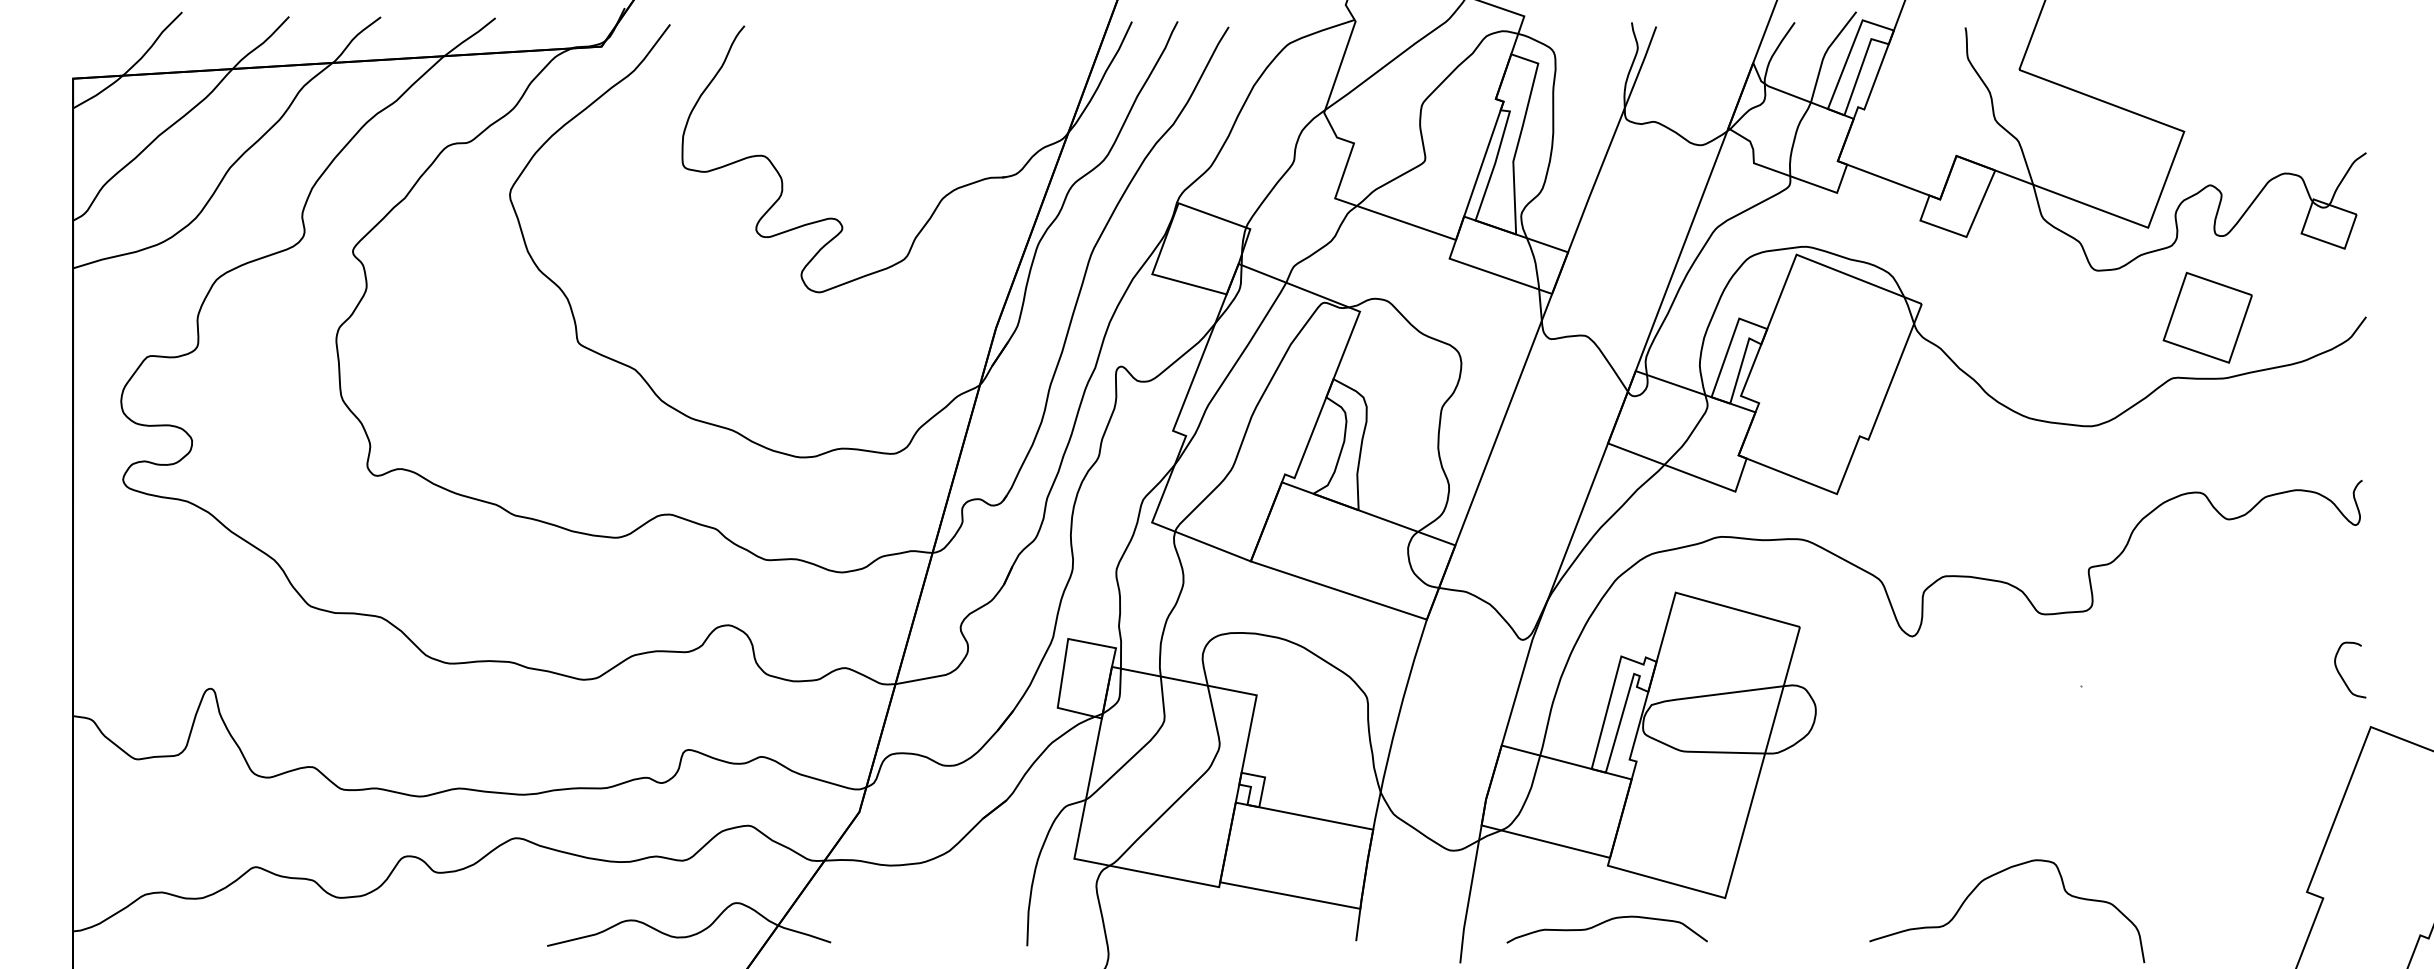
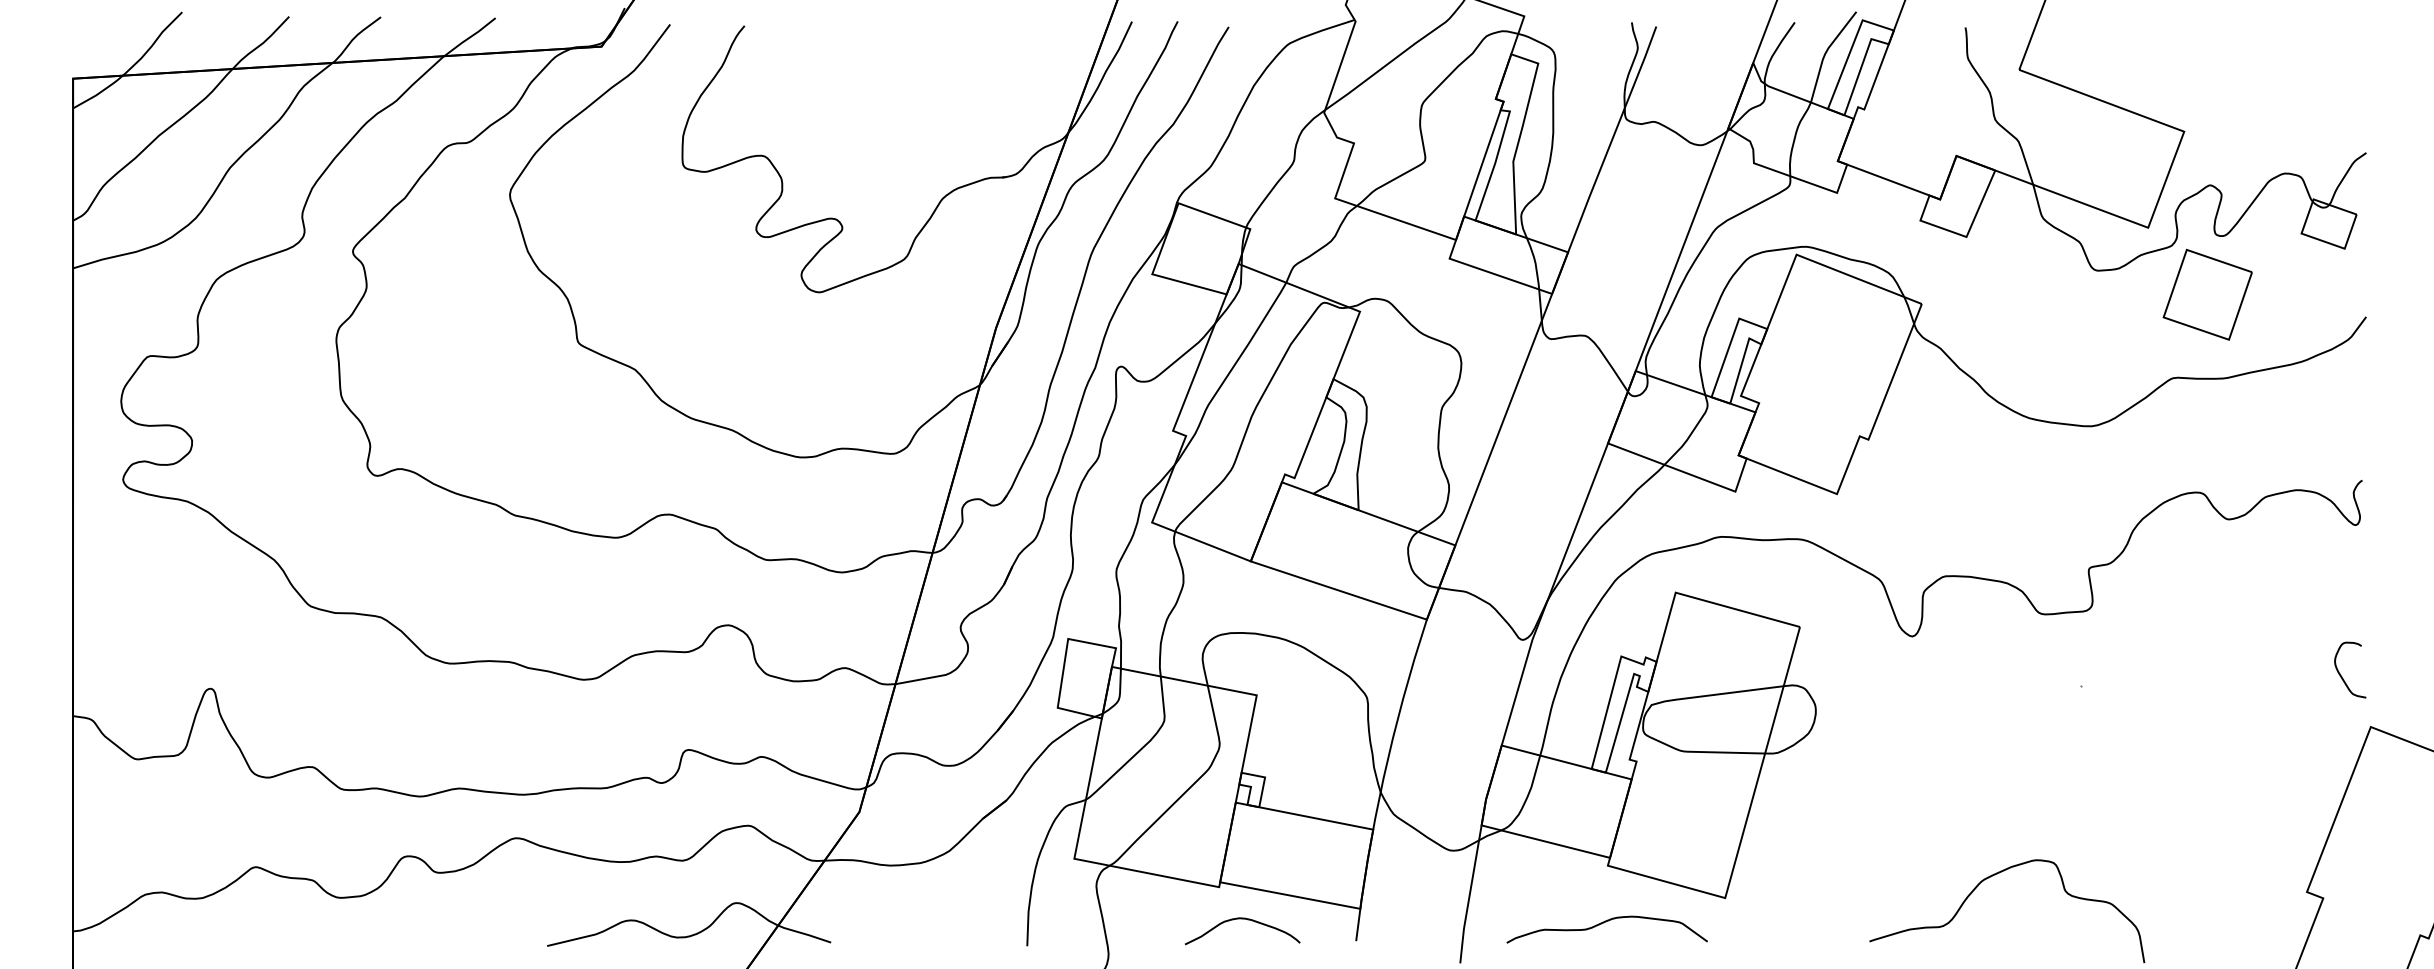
part at (2207, 317) position: (2207, 317) -> (2207, 294)
curve at (1242, 919): none -> present
